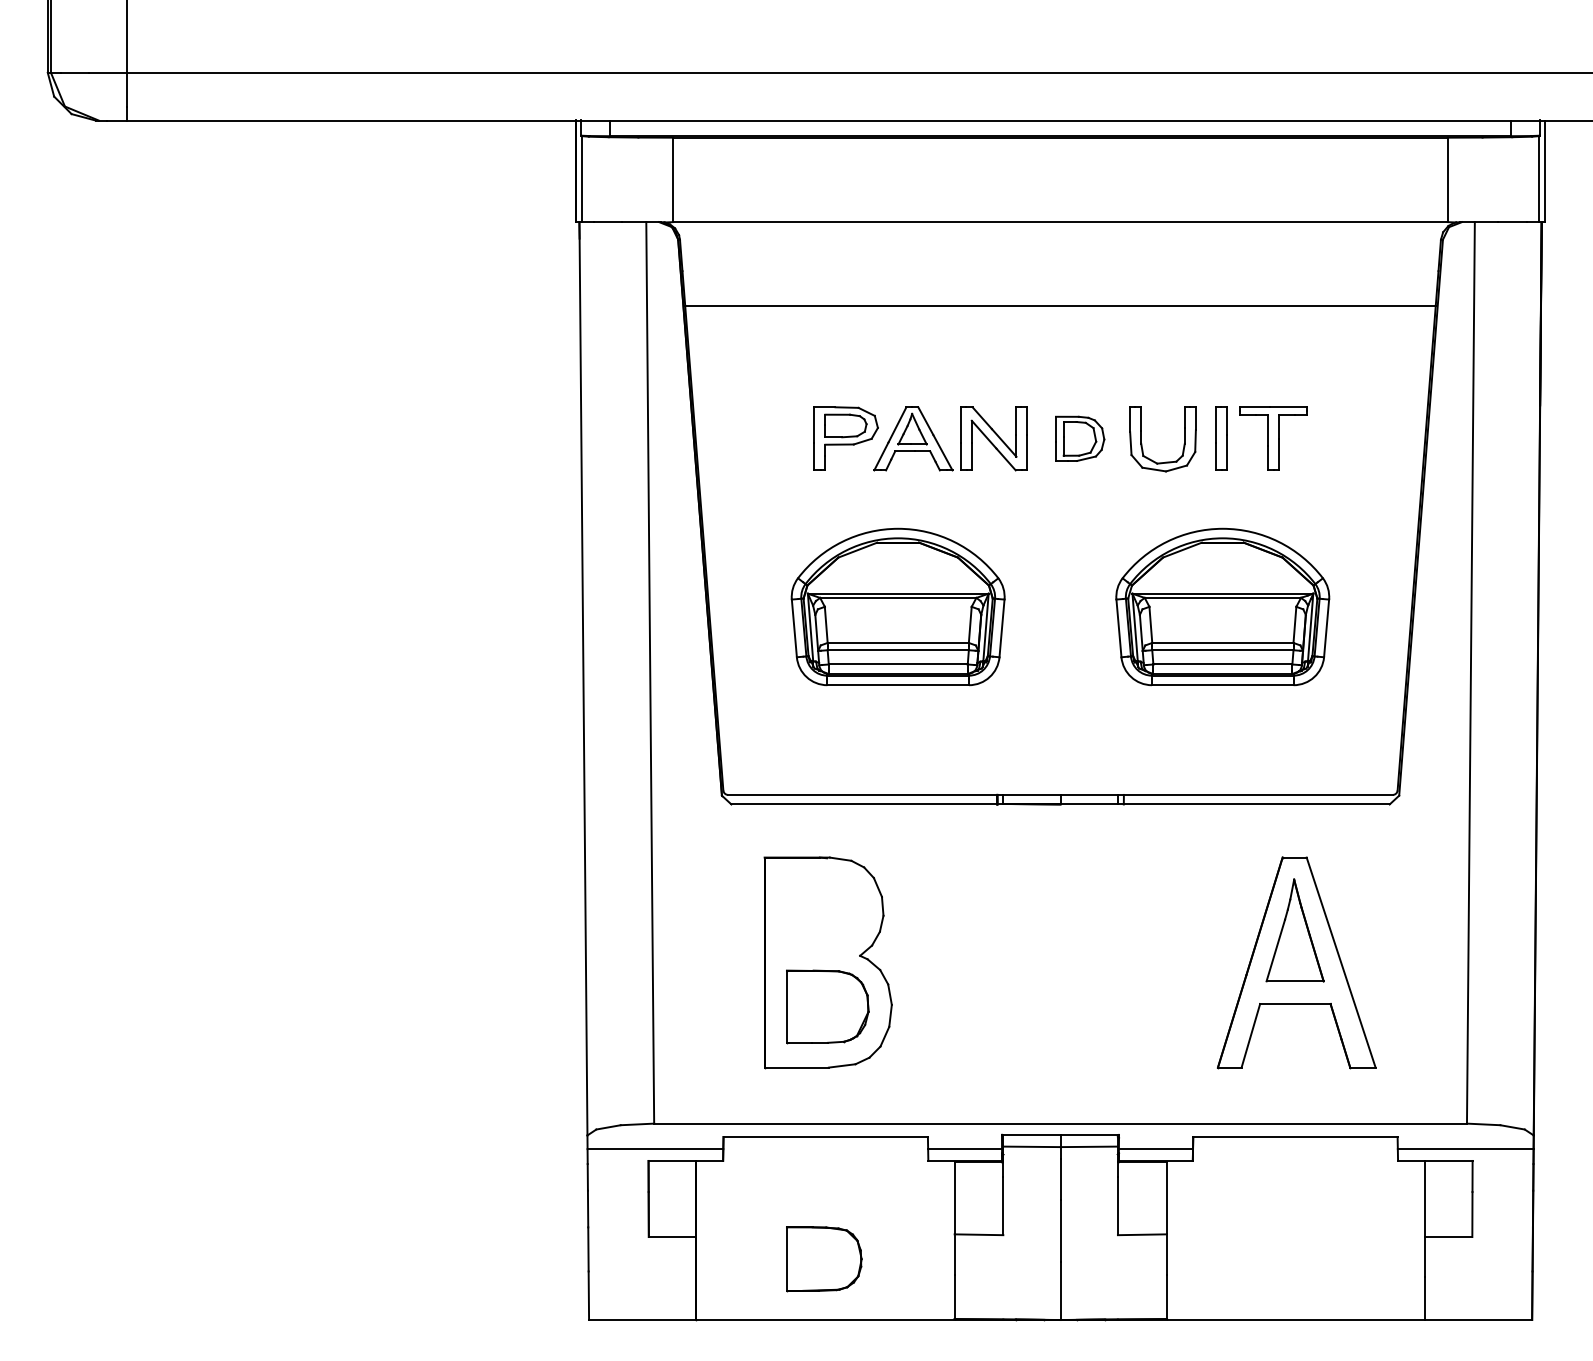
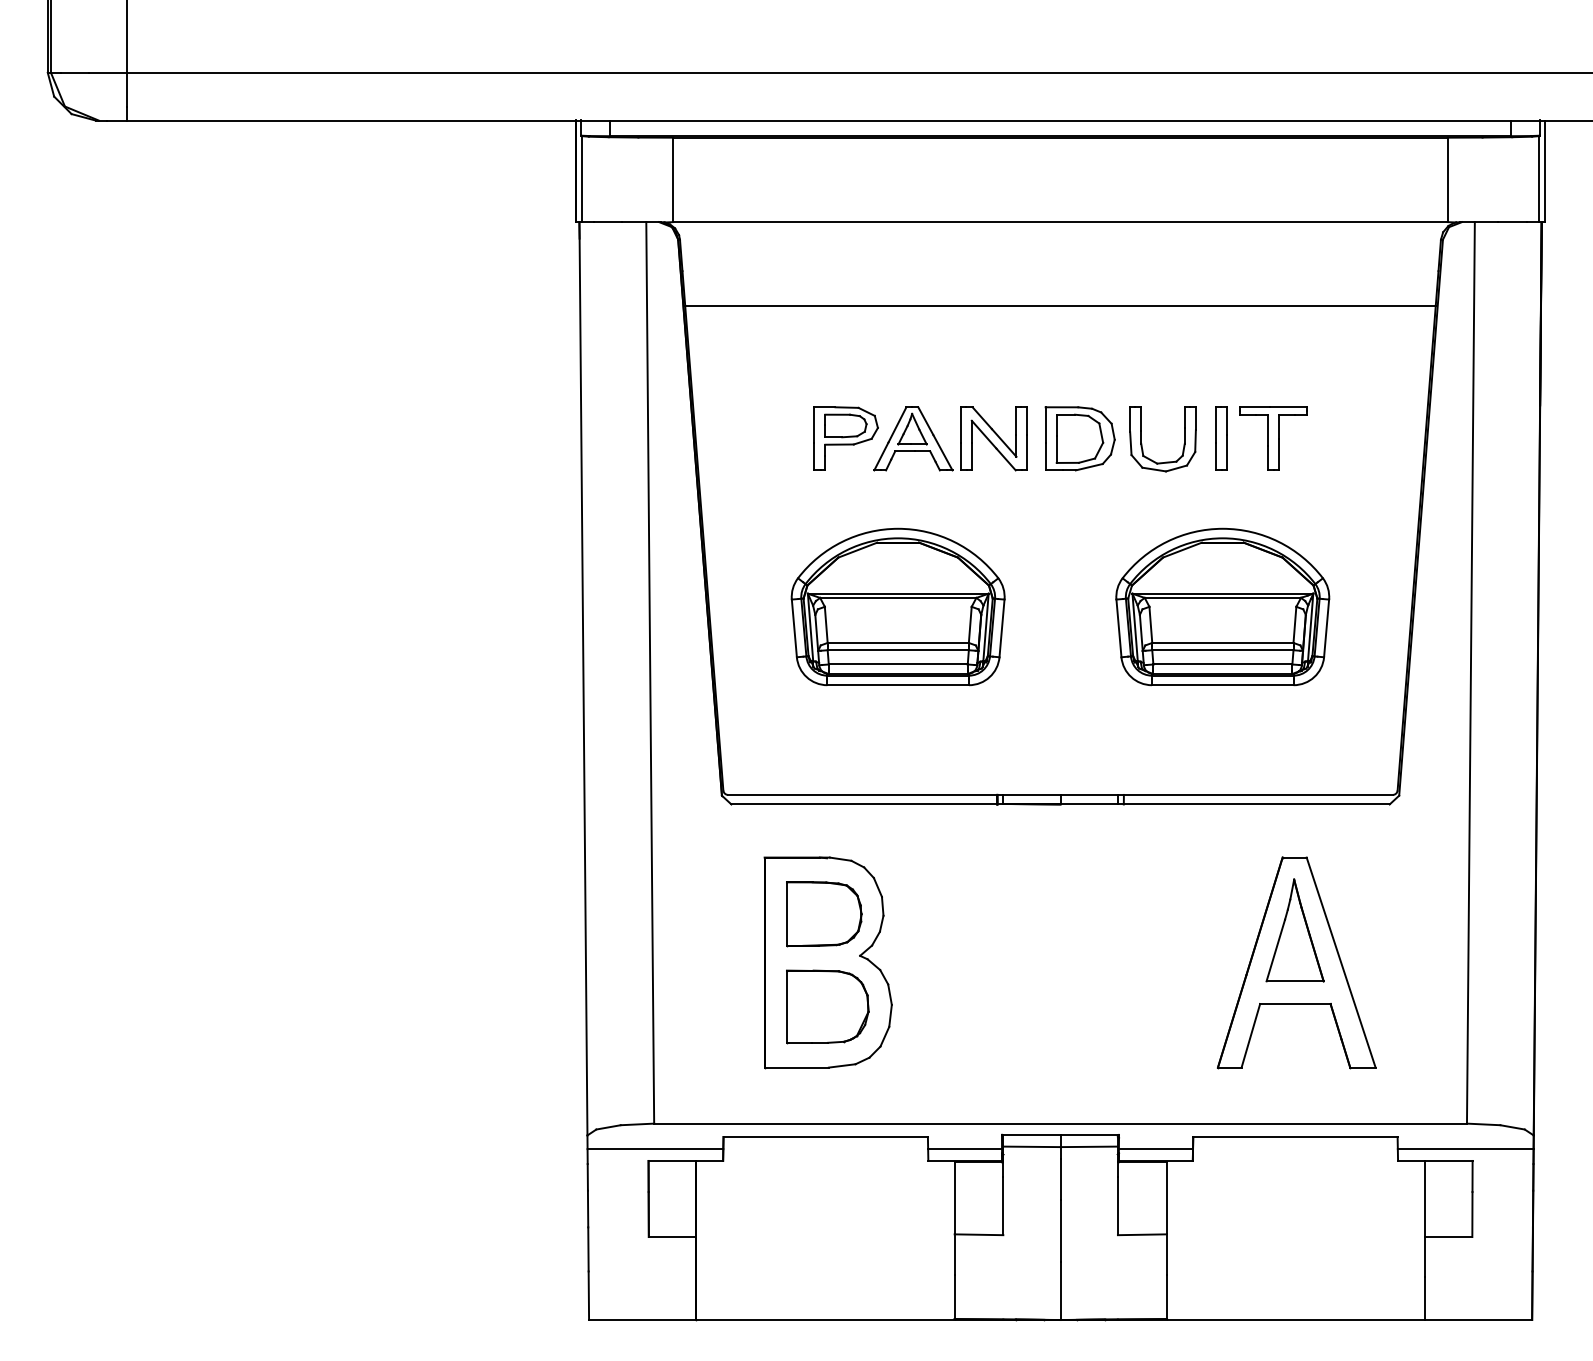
part at (1080, 438) size: 51x47 px -> 72x66 px
part at (824, 1259) position: (824, 1259) -> (824, 914)
